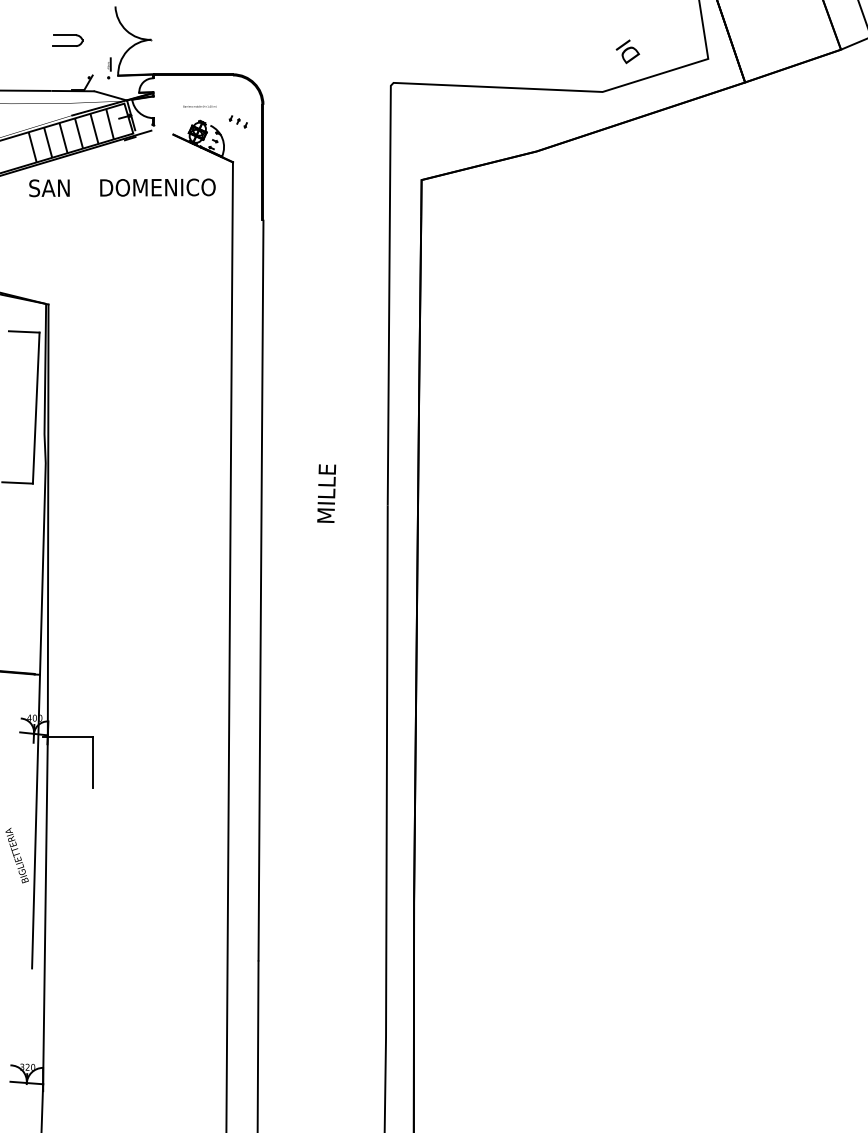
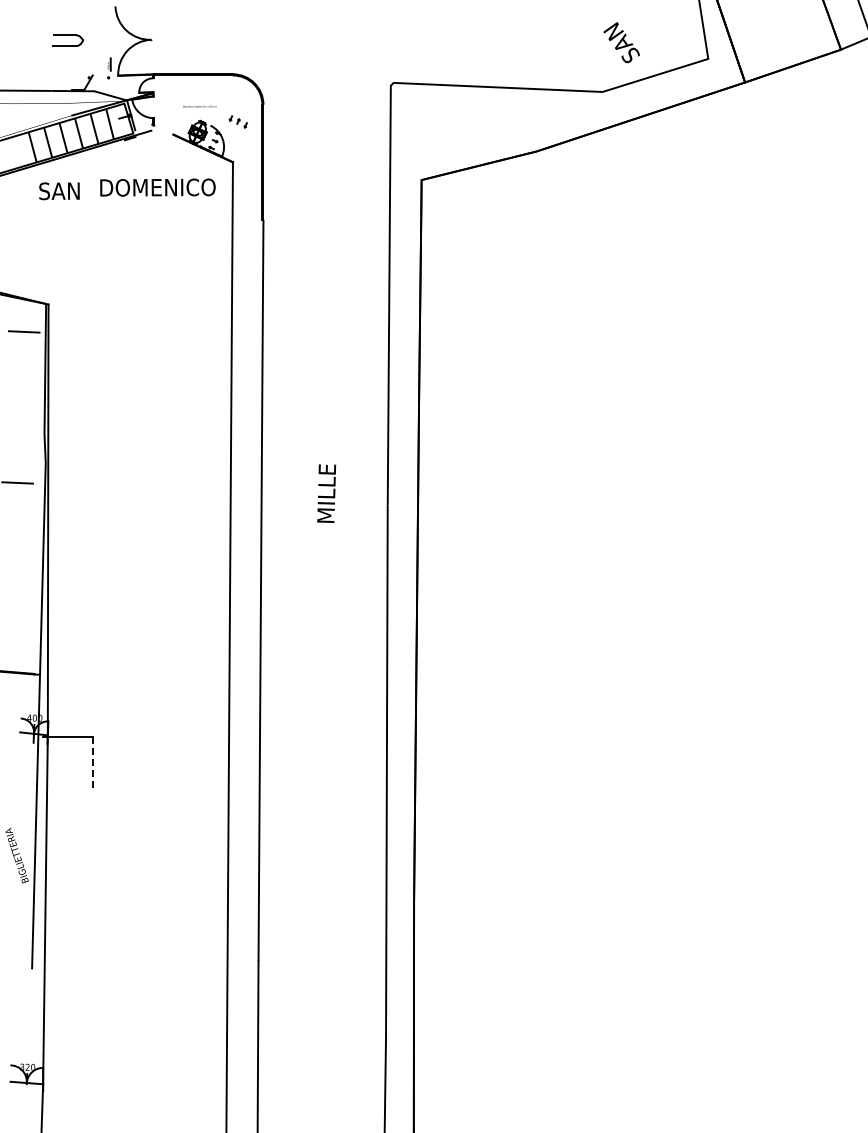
text at (621, 43): DI -> SAN
text at (49, 188) position: (49, 188) -> (59, 191)
line at (35, 407): present -> none
line at (93, 763): solid -> dashed
